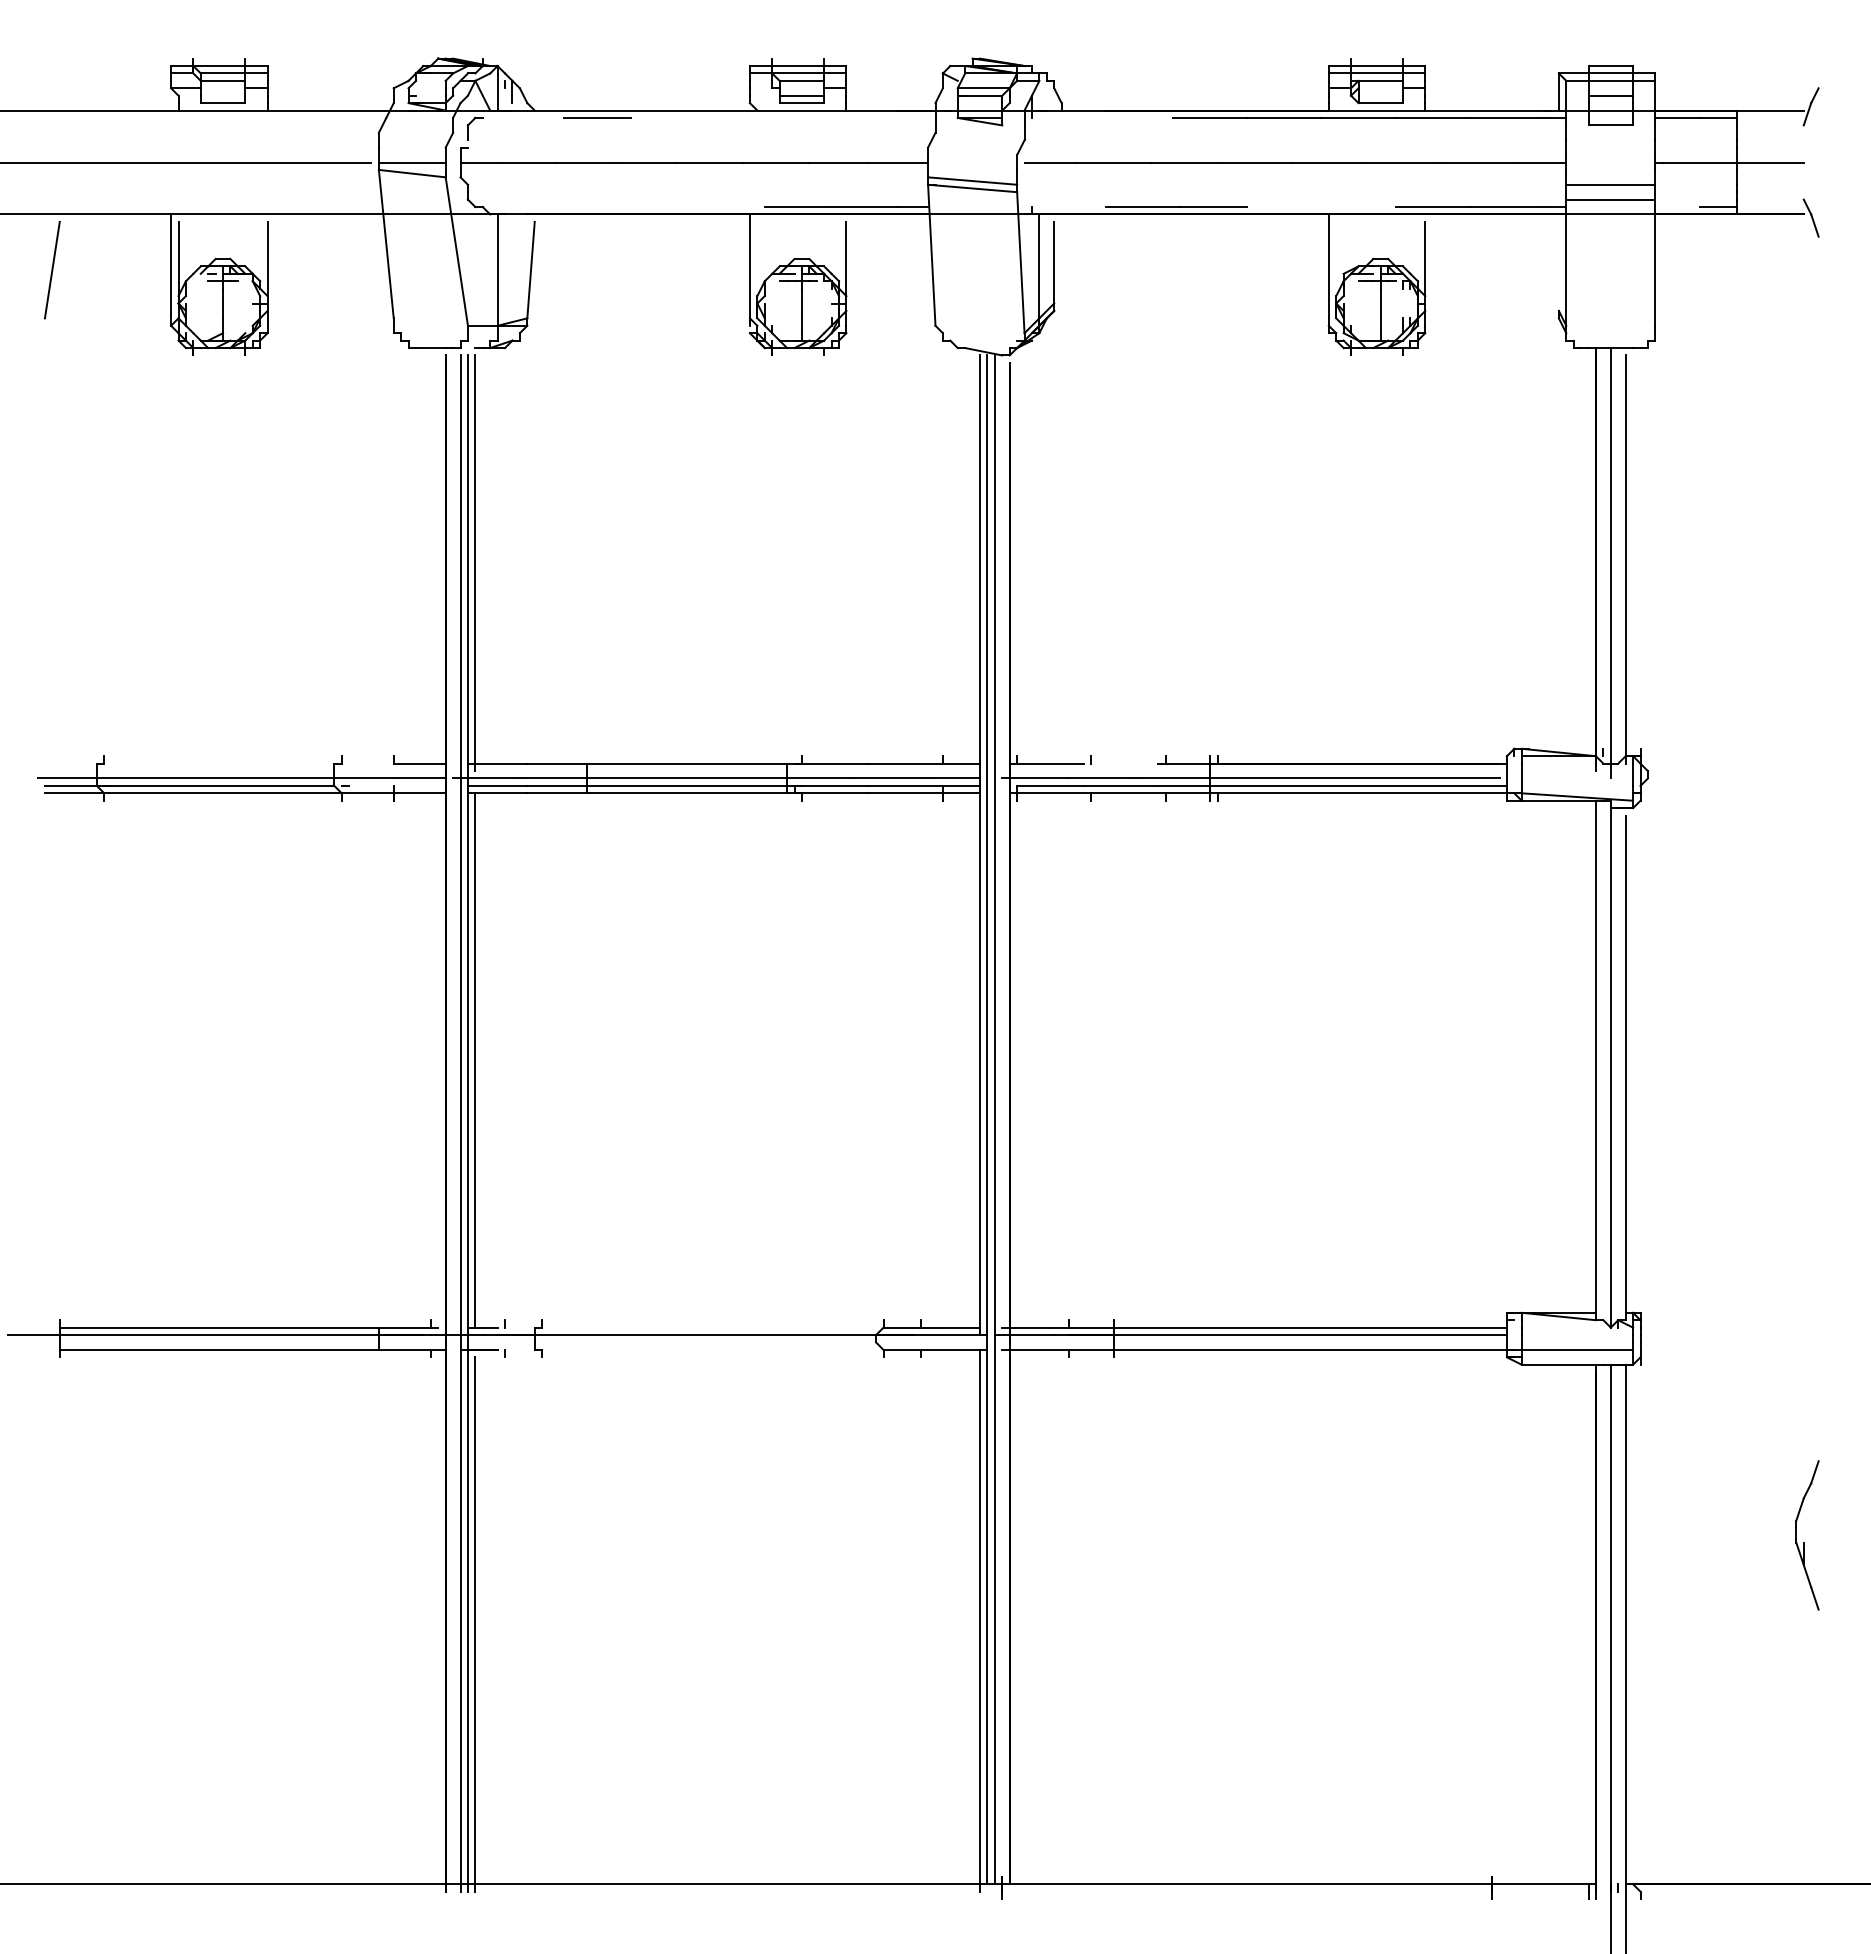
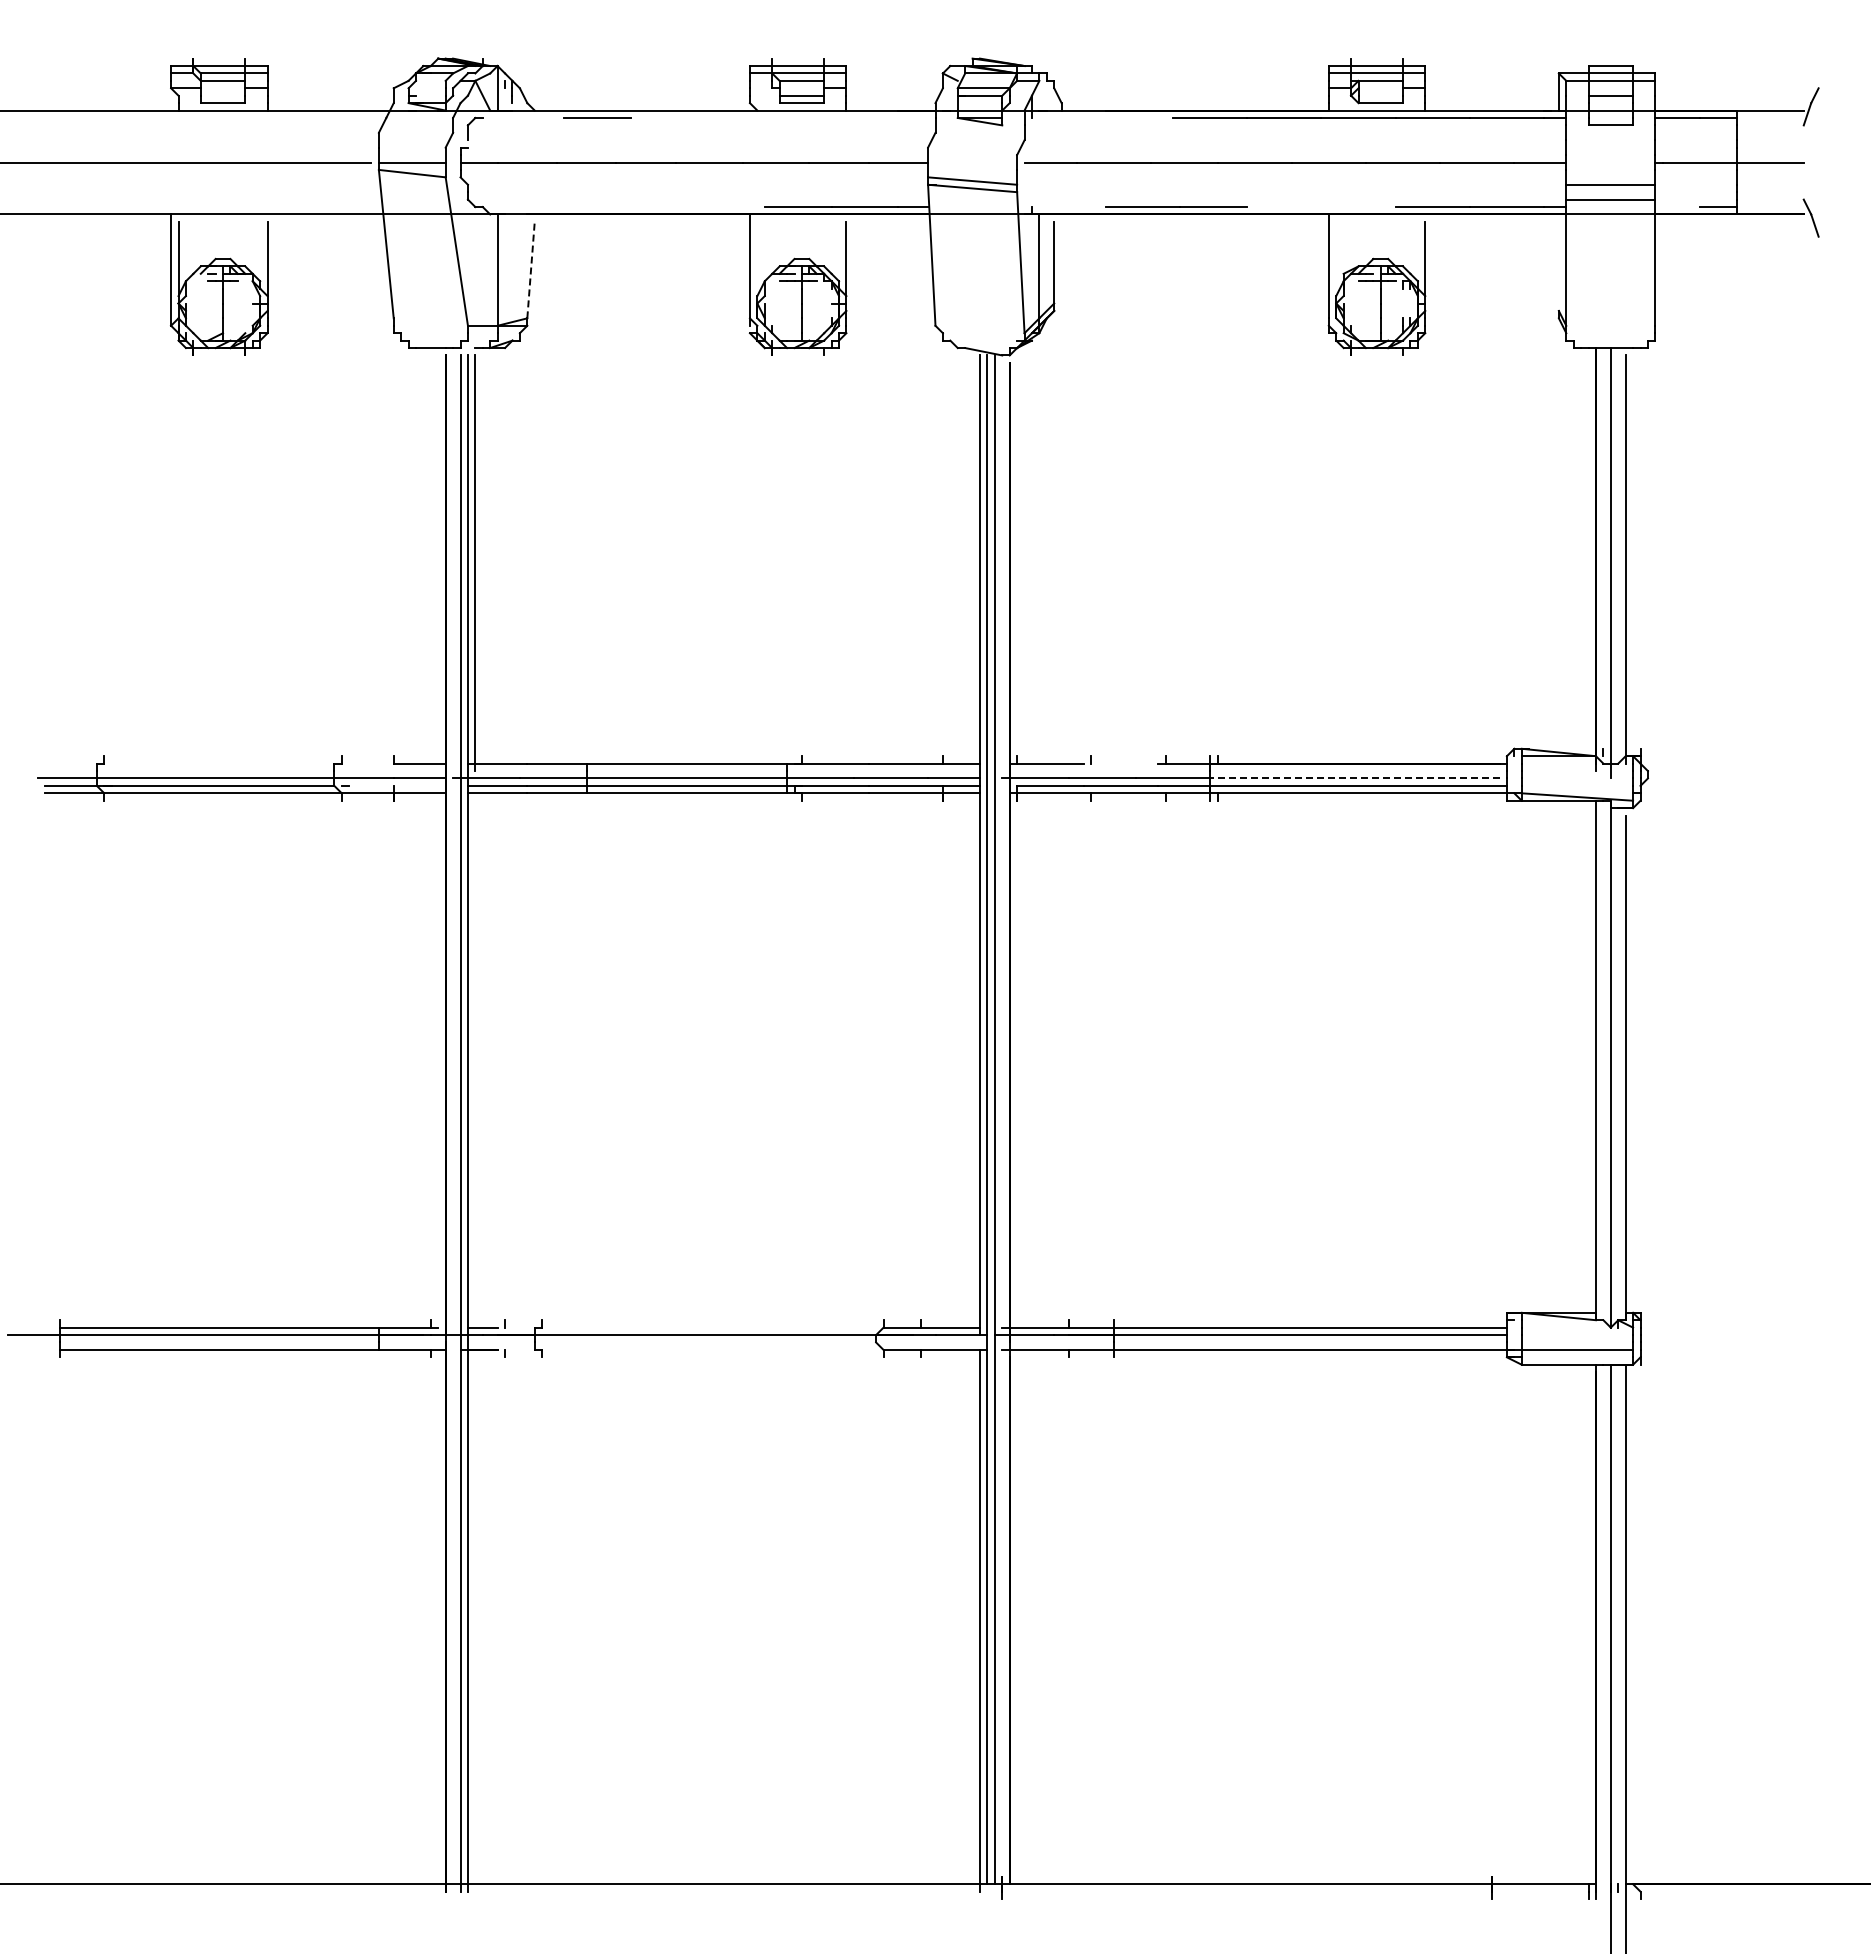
line at (51, 269): present -> none
line at (531, 269): solid -> dashed
line at (1354, 778): solid -> dashed
line at (475, 1060): present -> none
part at (1804, 1542): present -> none
line at (475, 1624): present -> none
